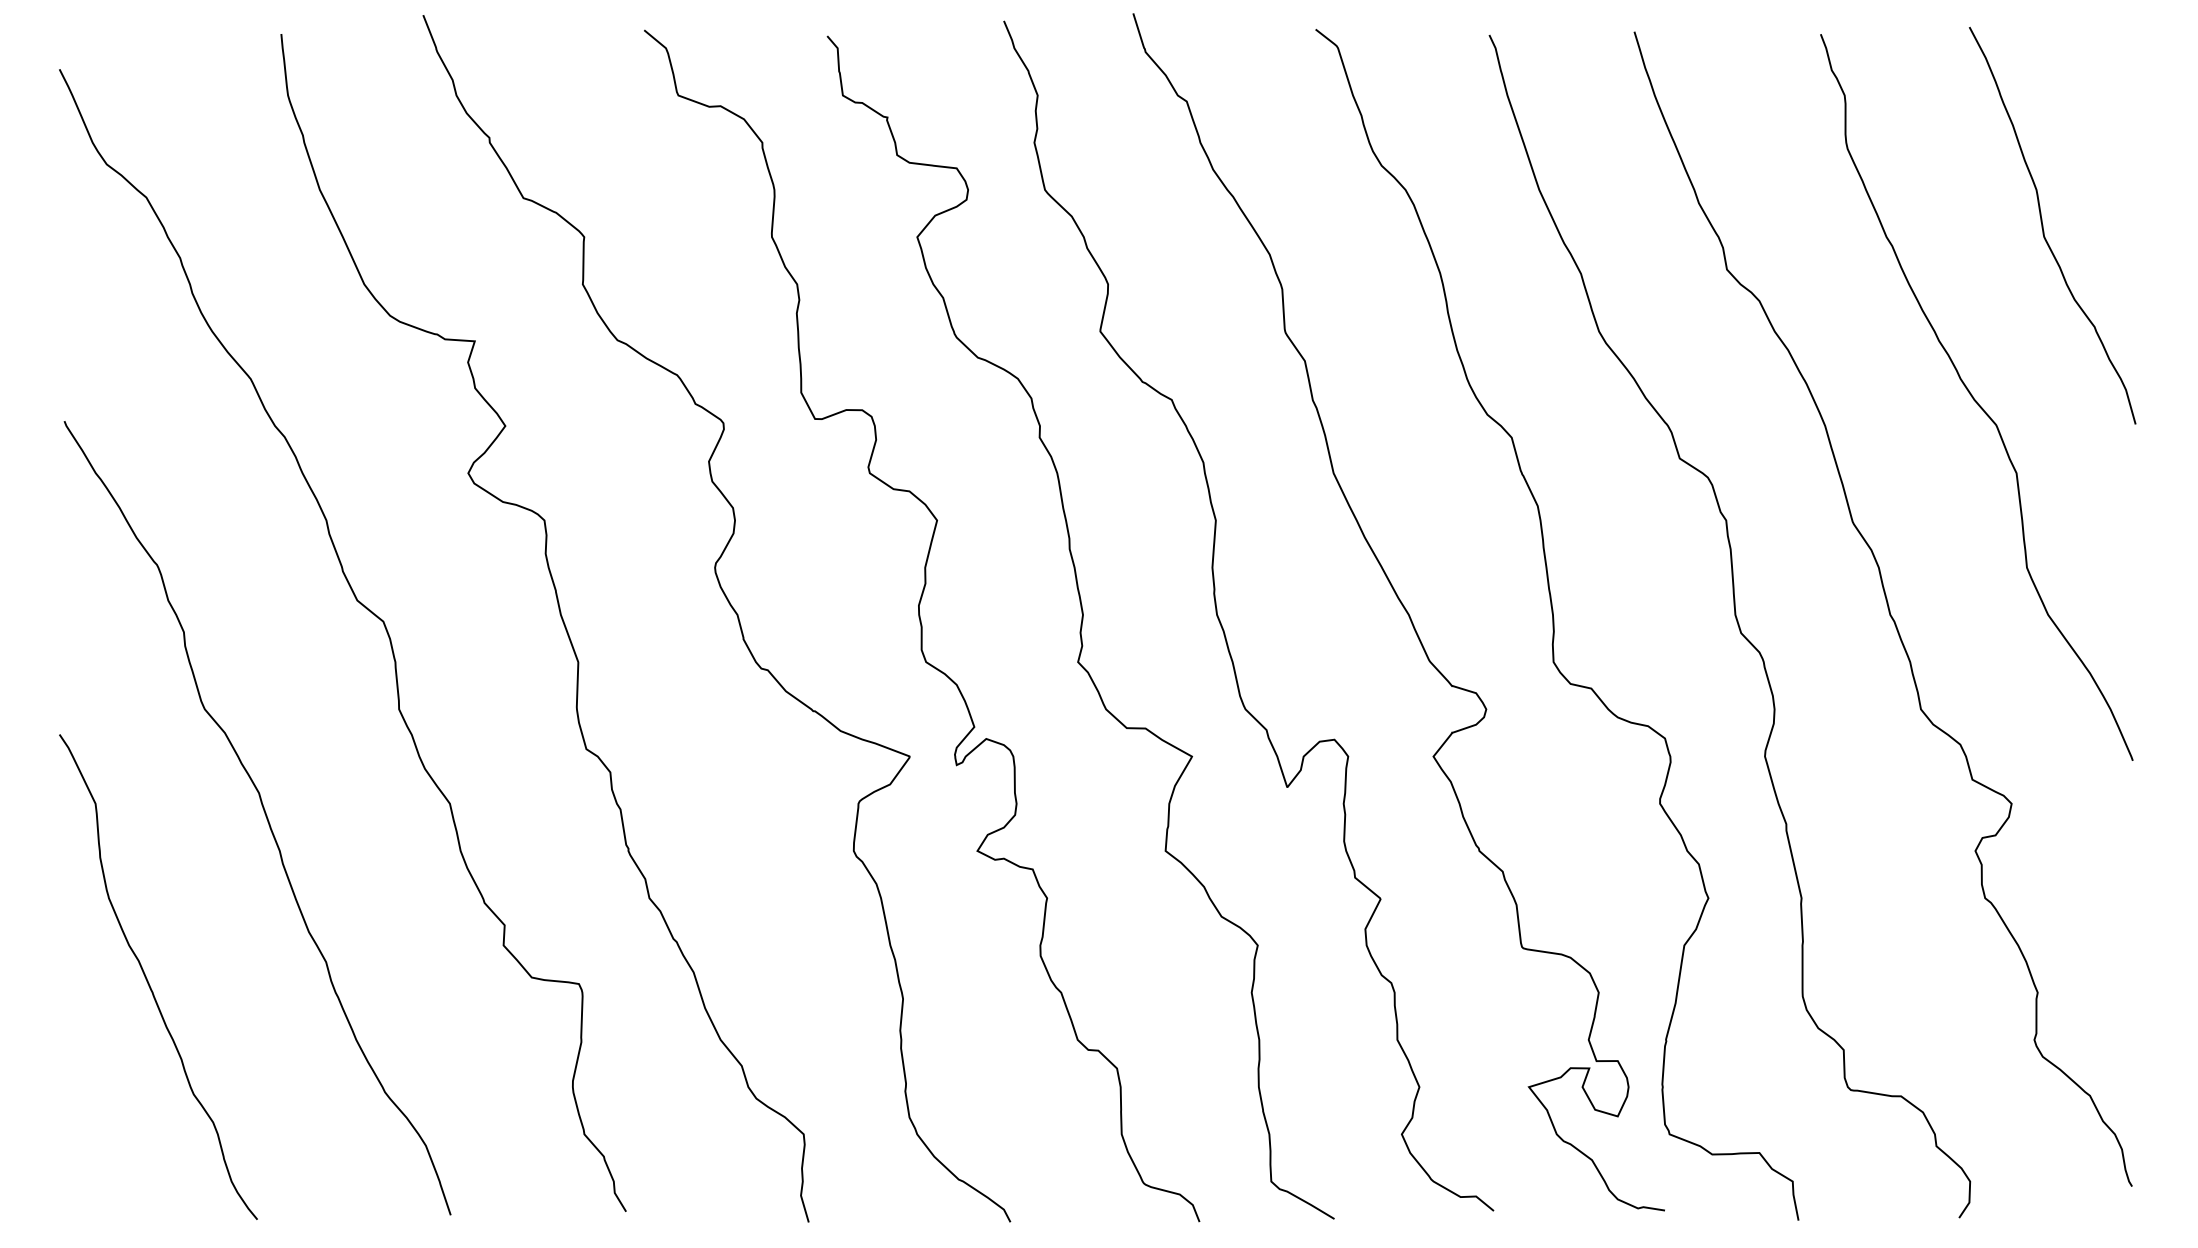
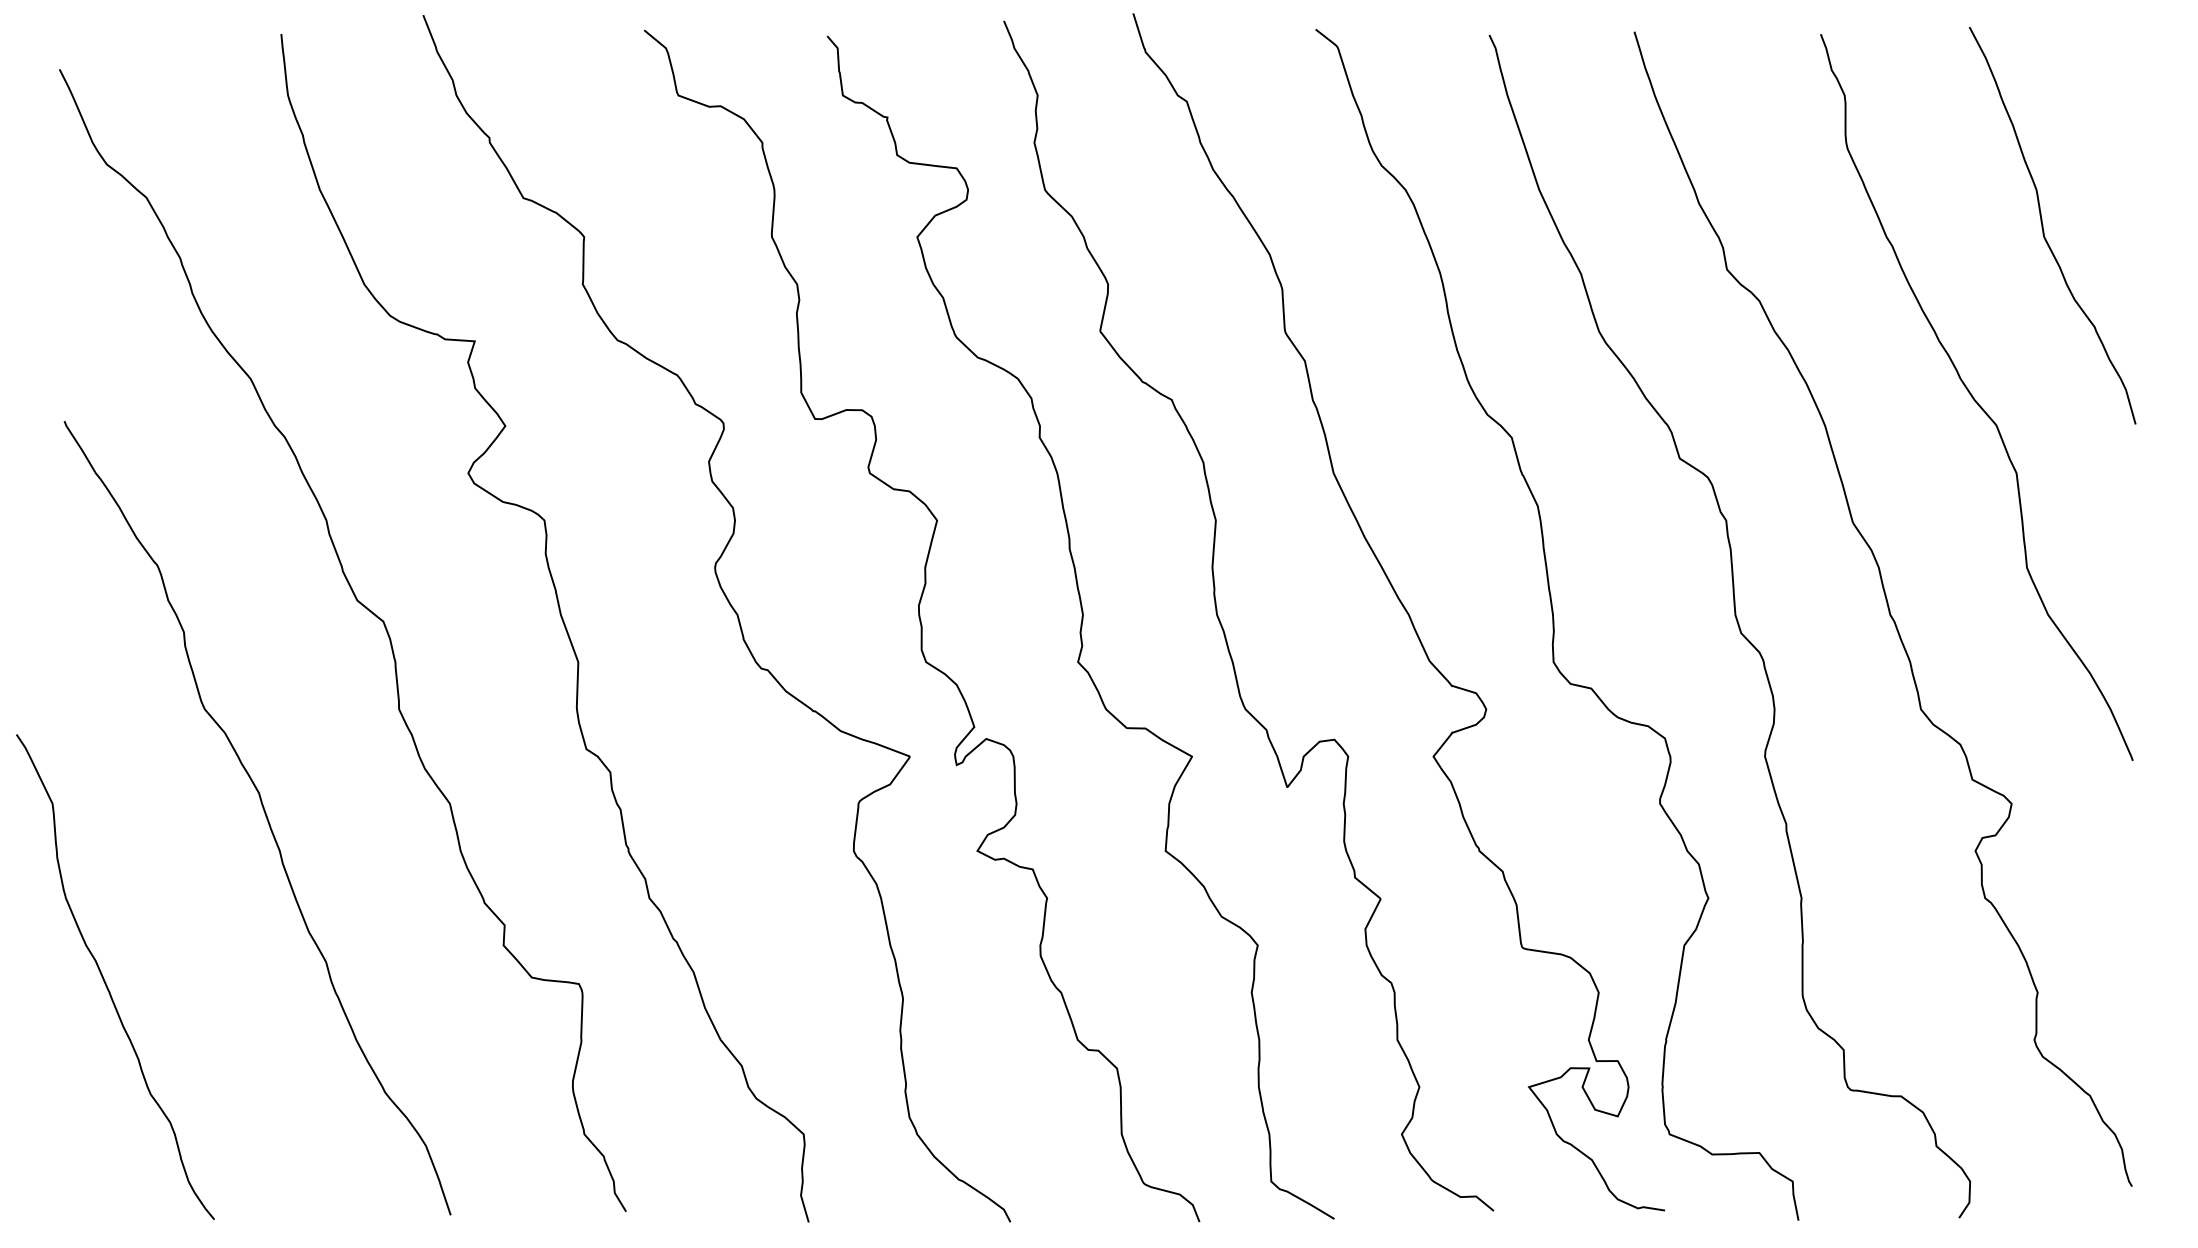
curve at (148, 980) position: (148, 980) -> (105, 980)
